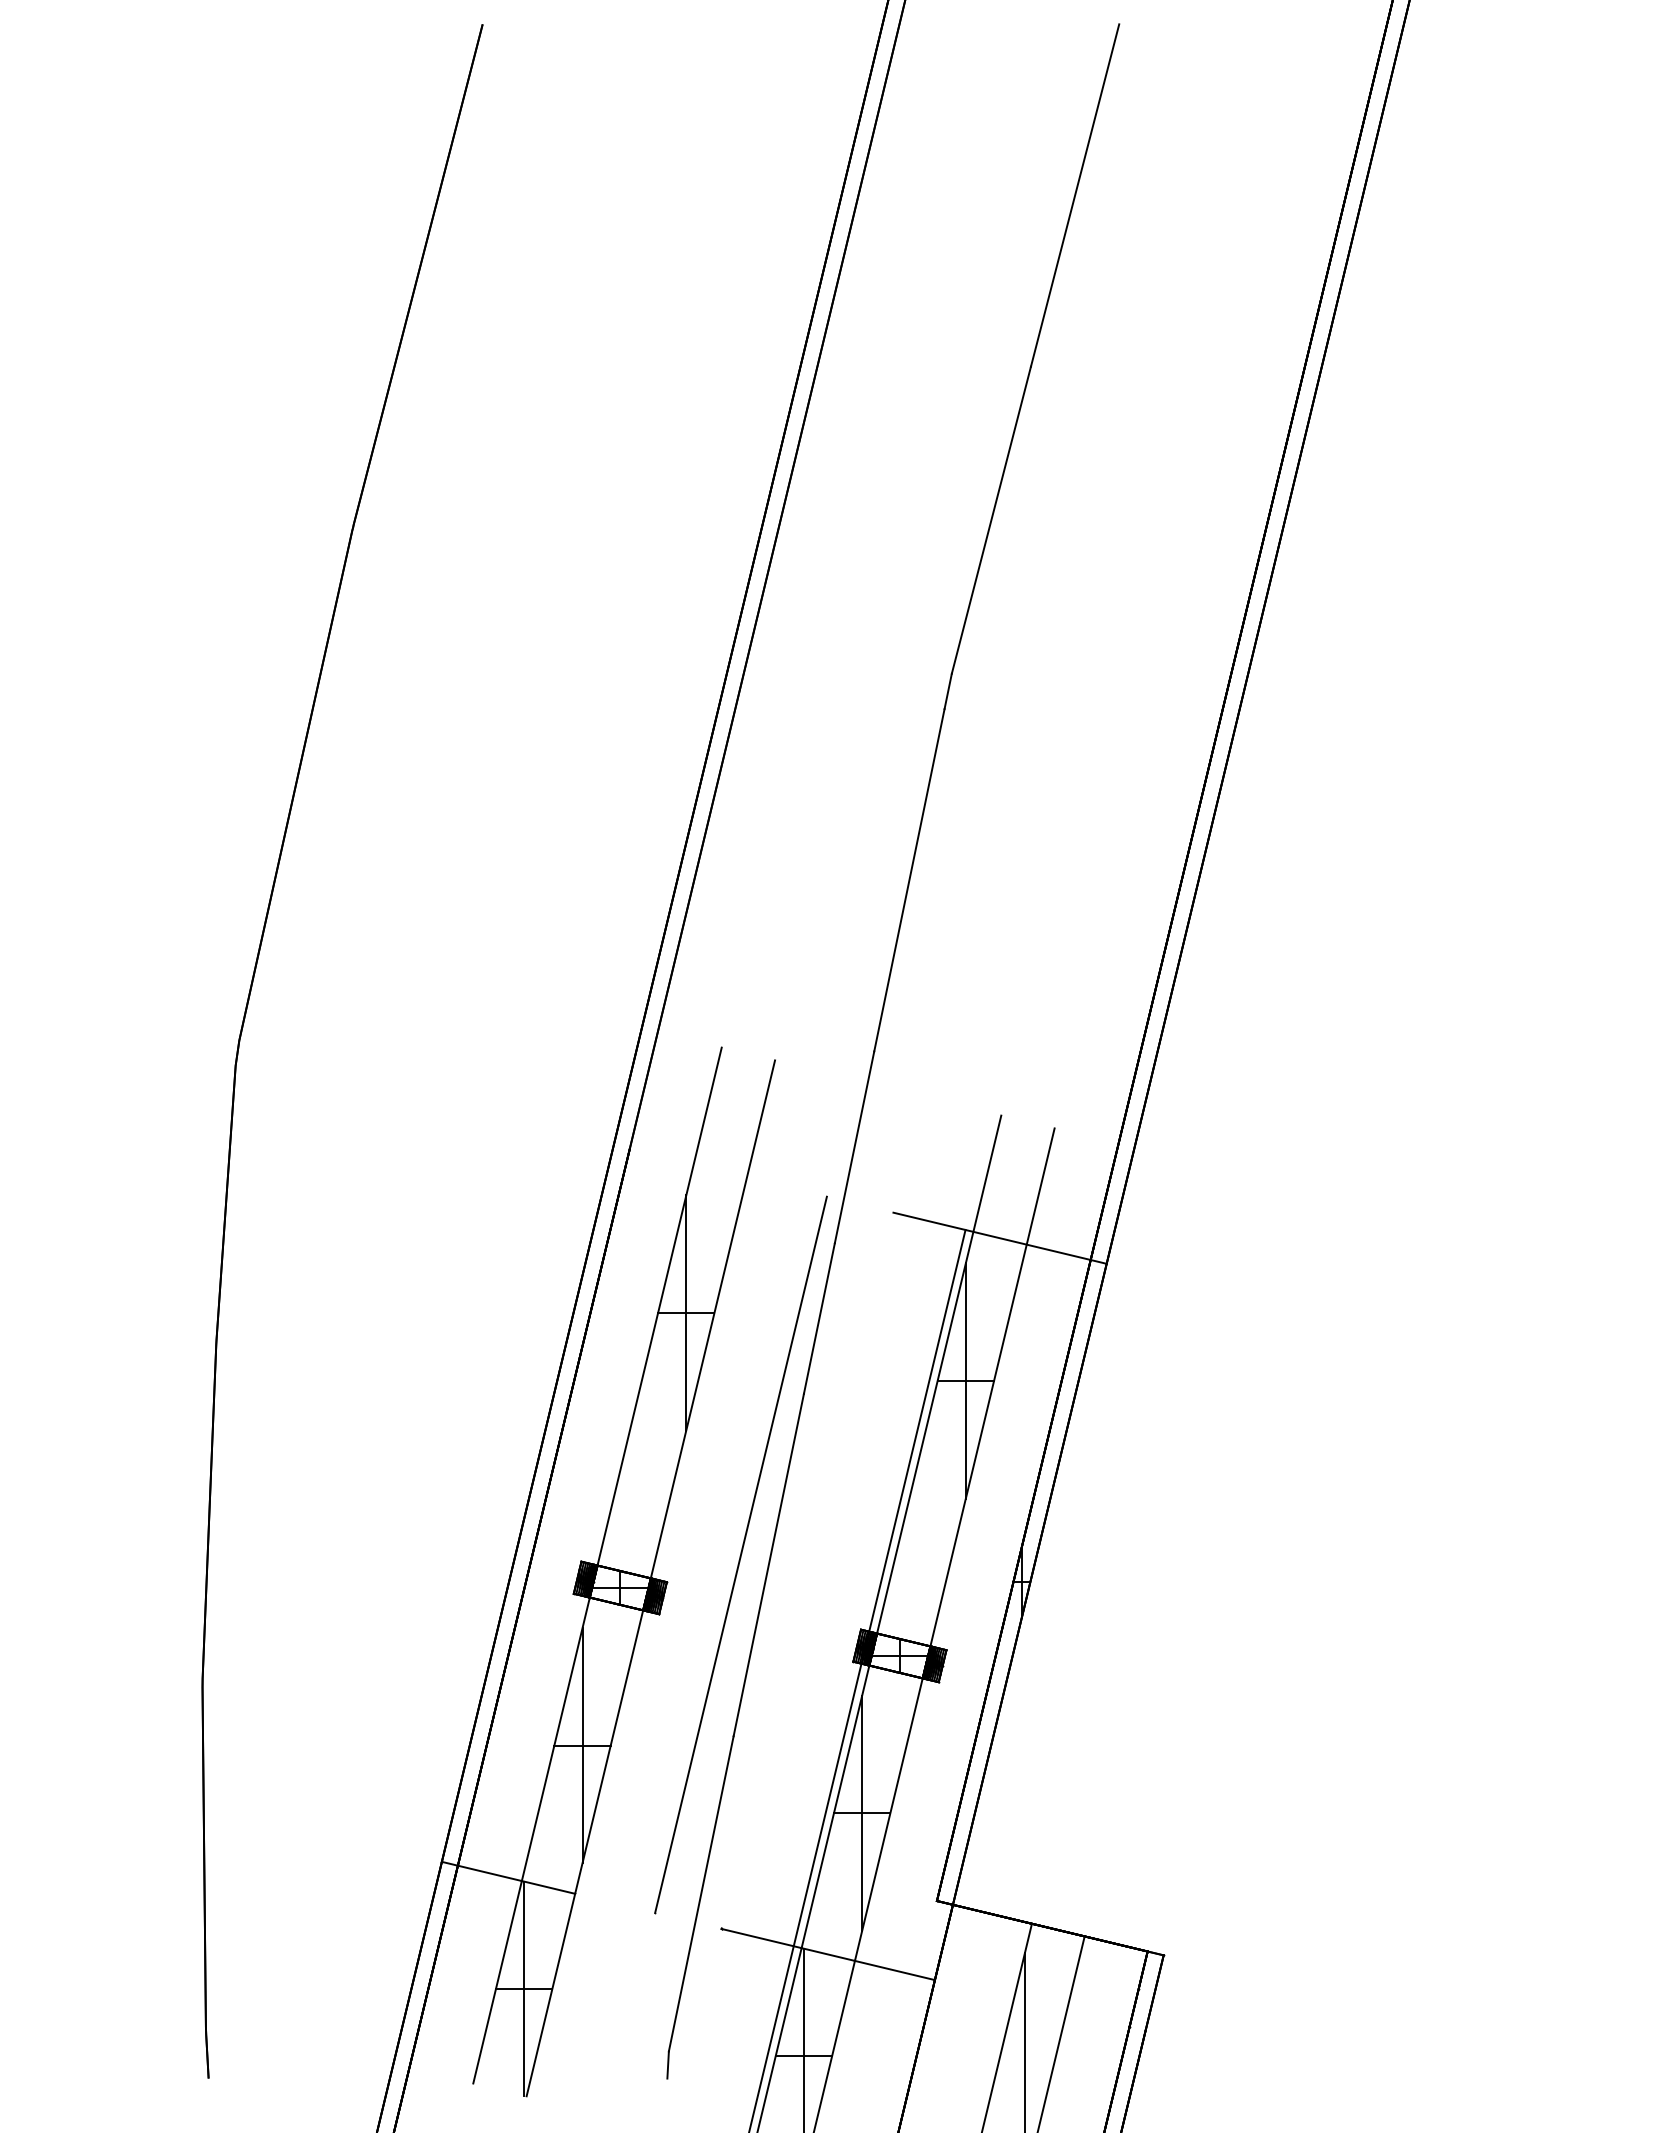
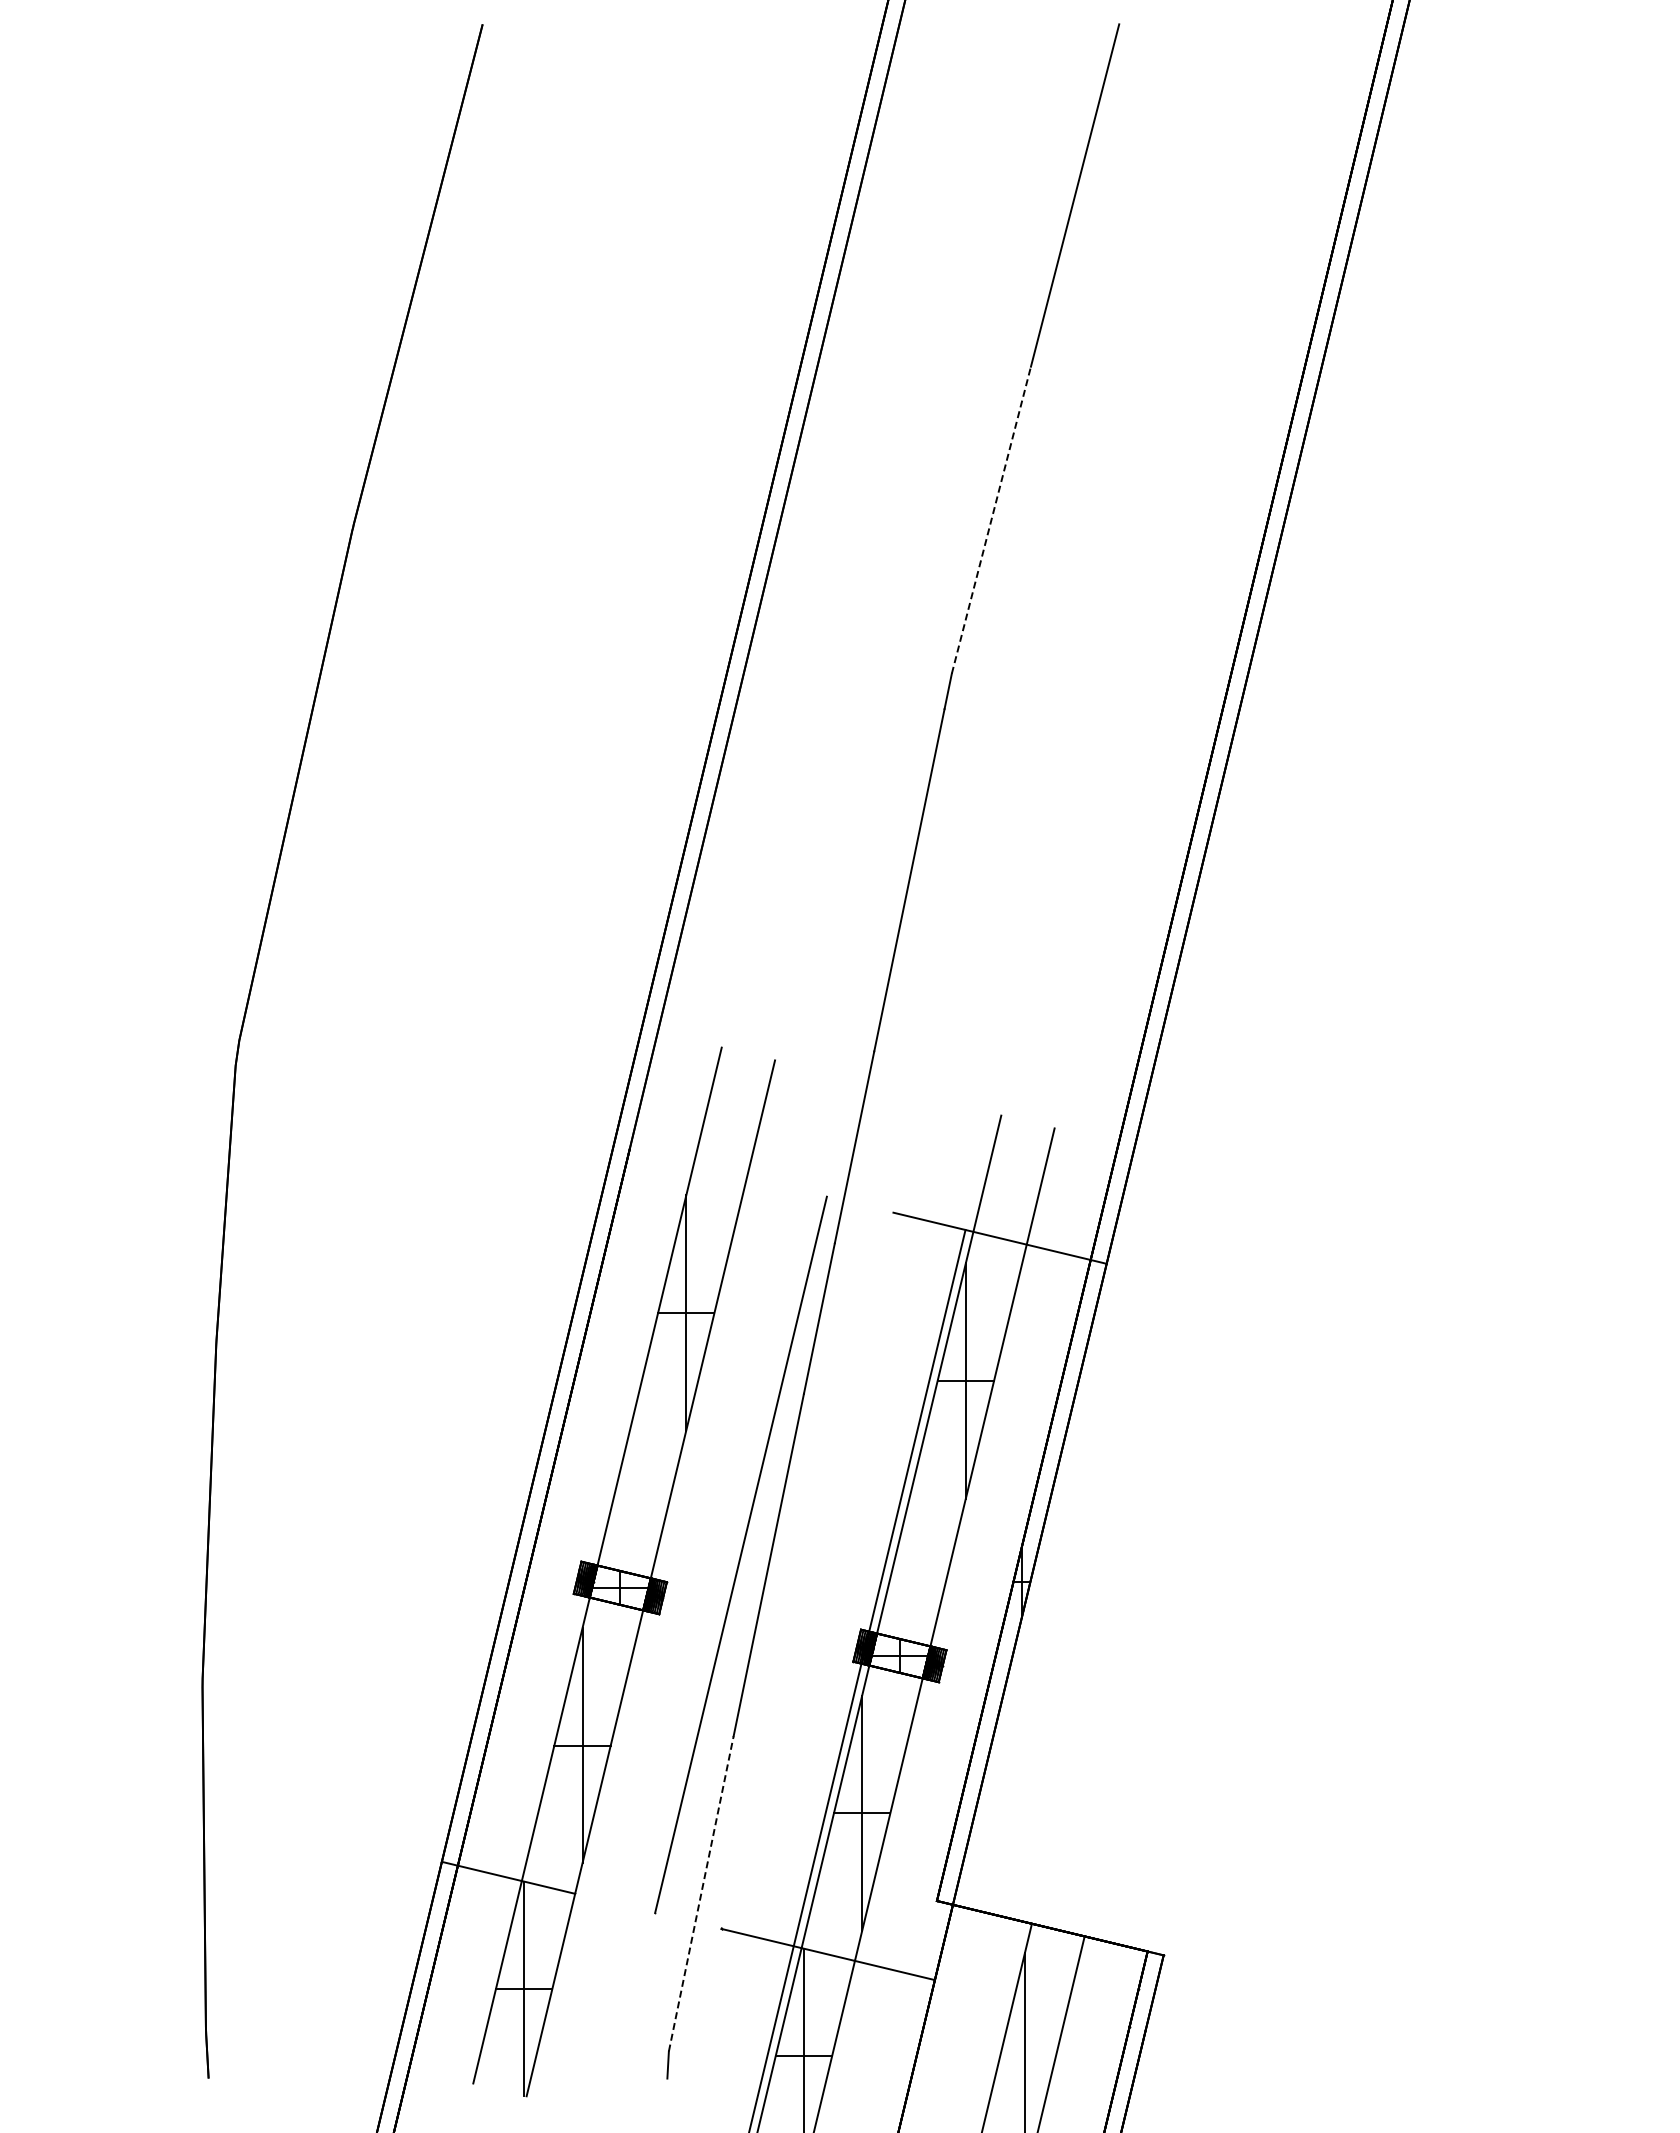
line at (991, 520): solid -> dashed
line at (701, 1893): solid -> dashed
